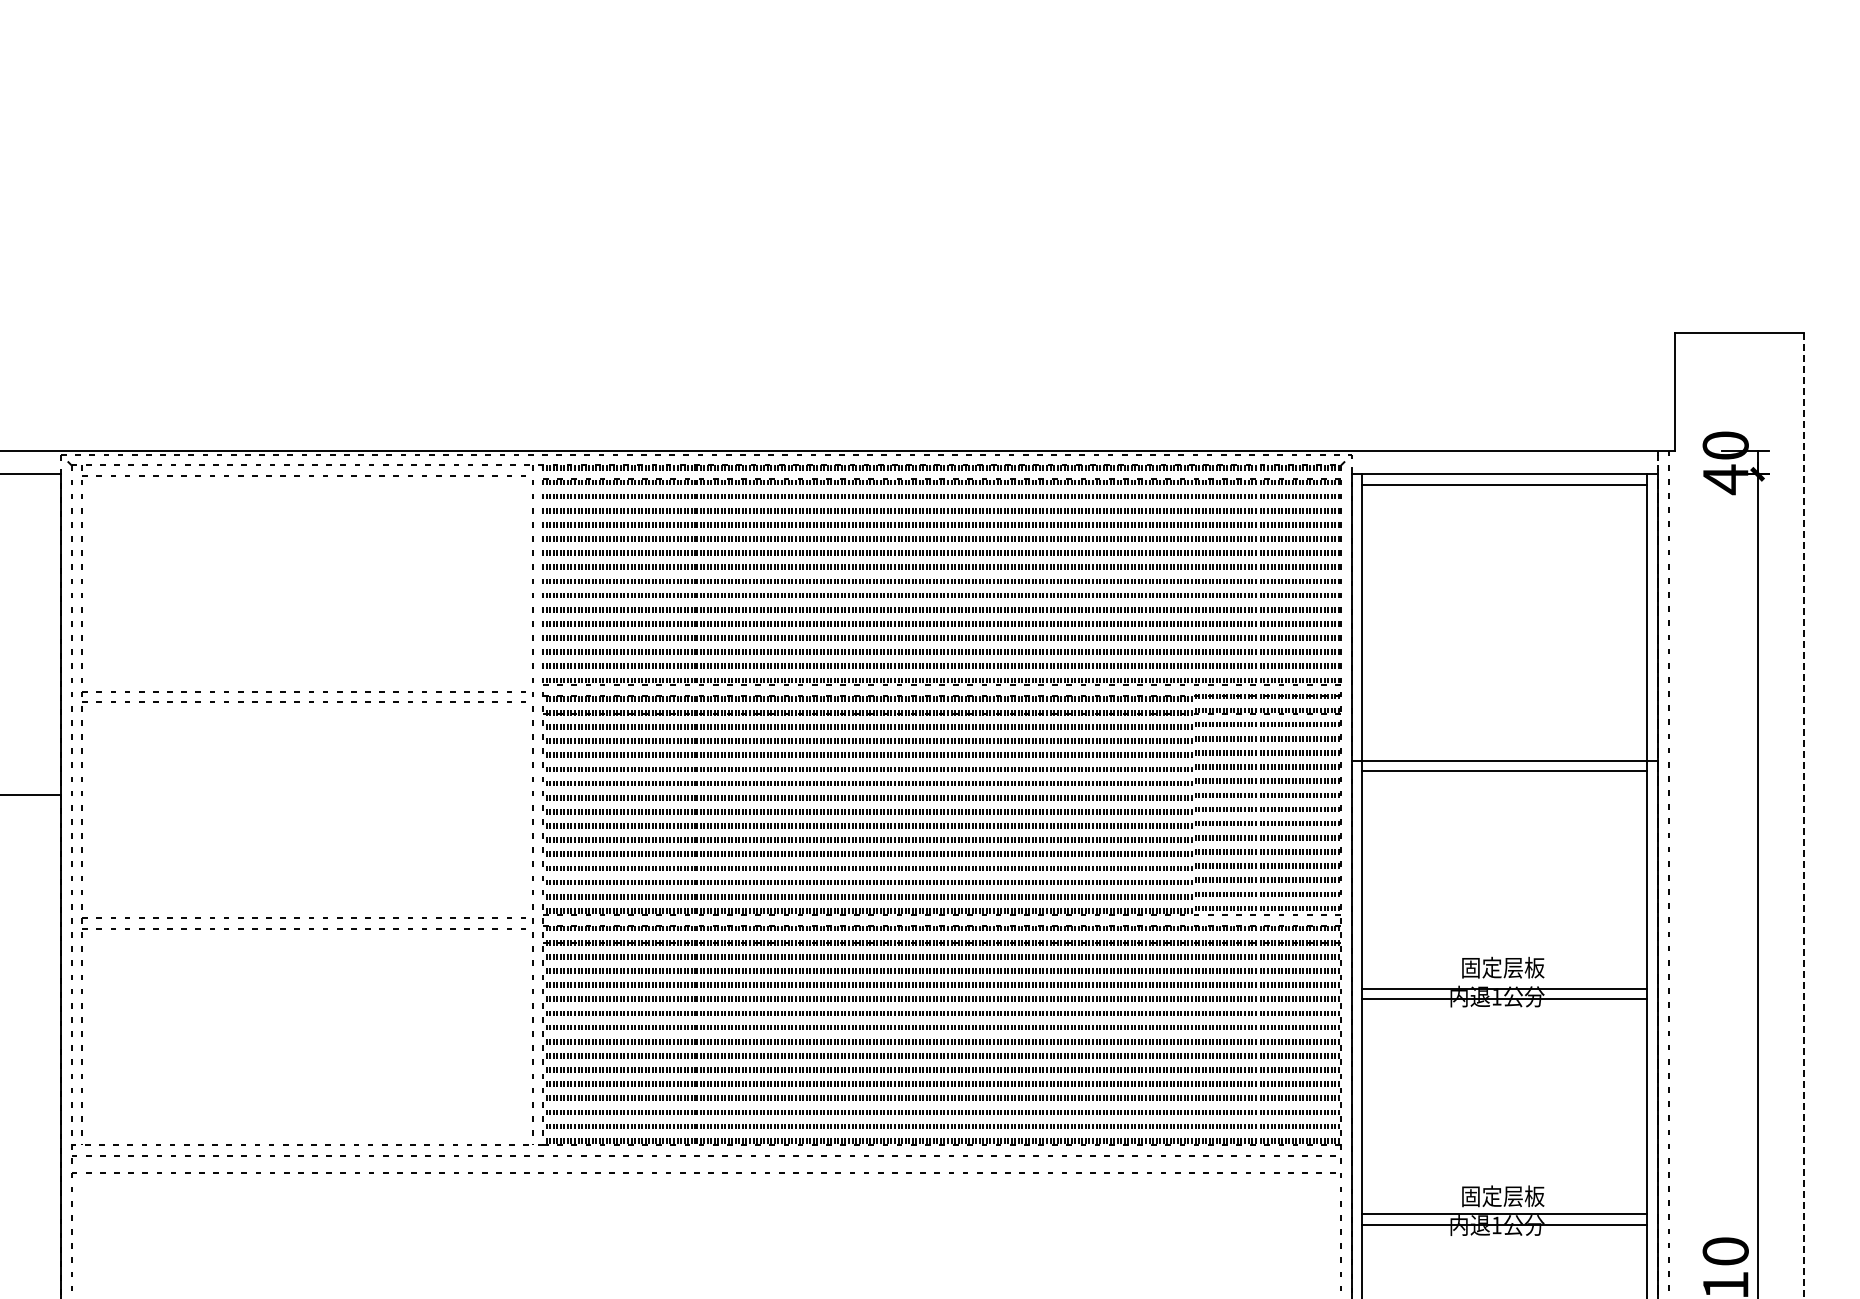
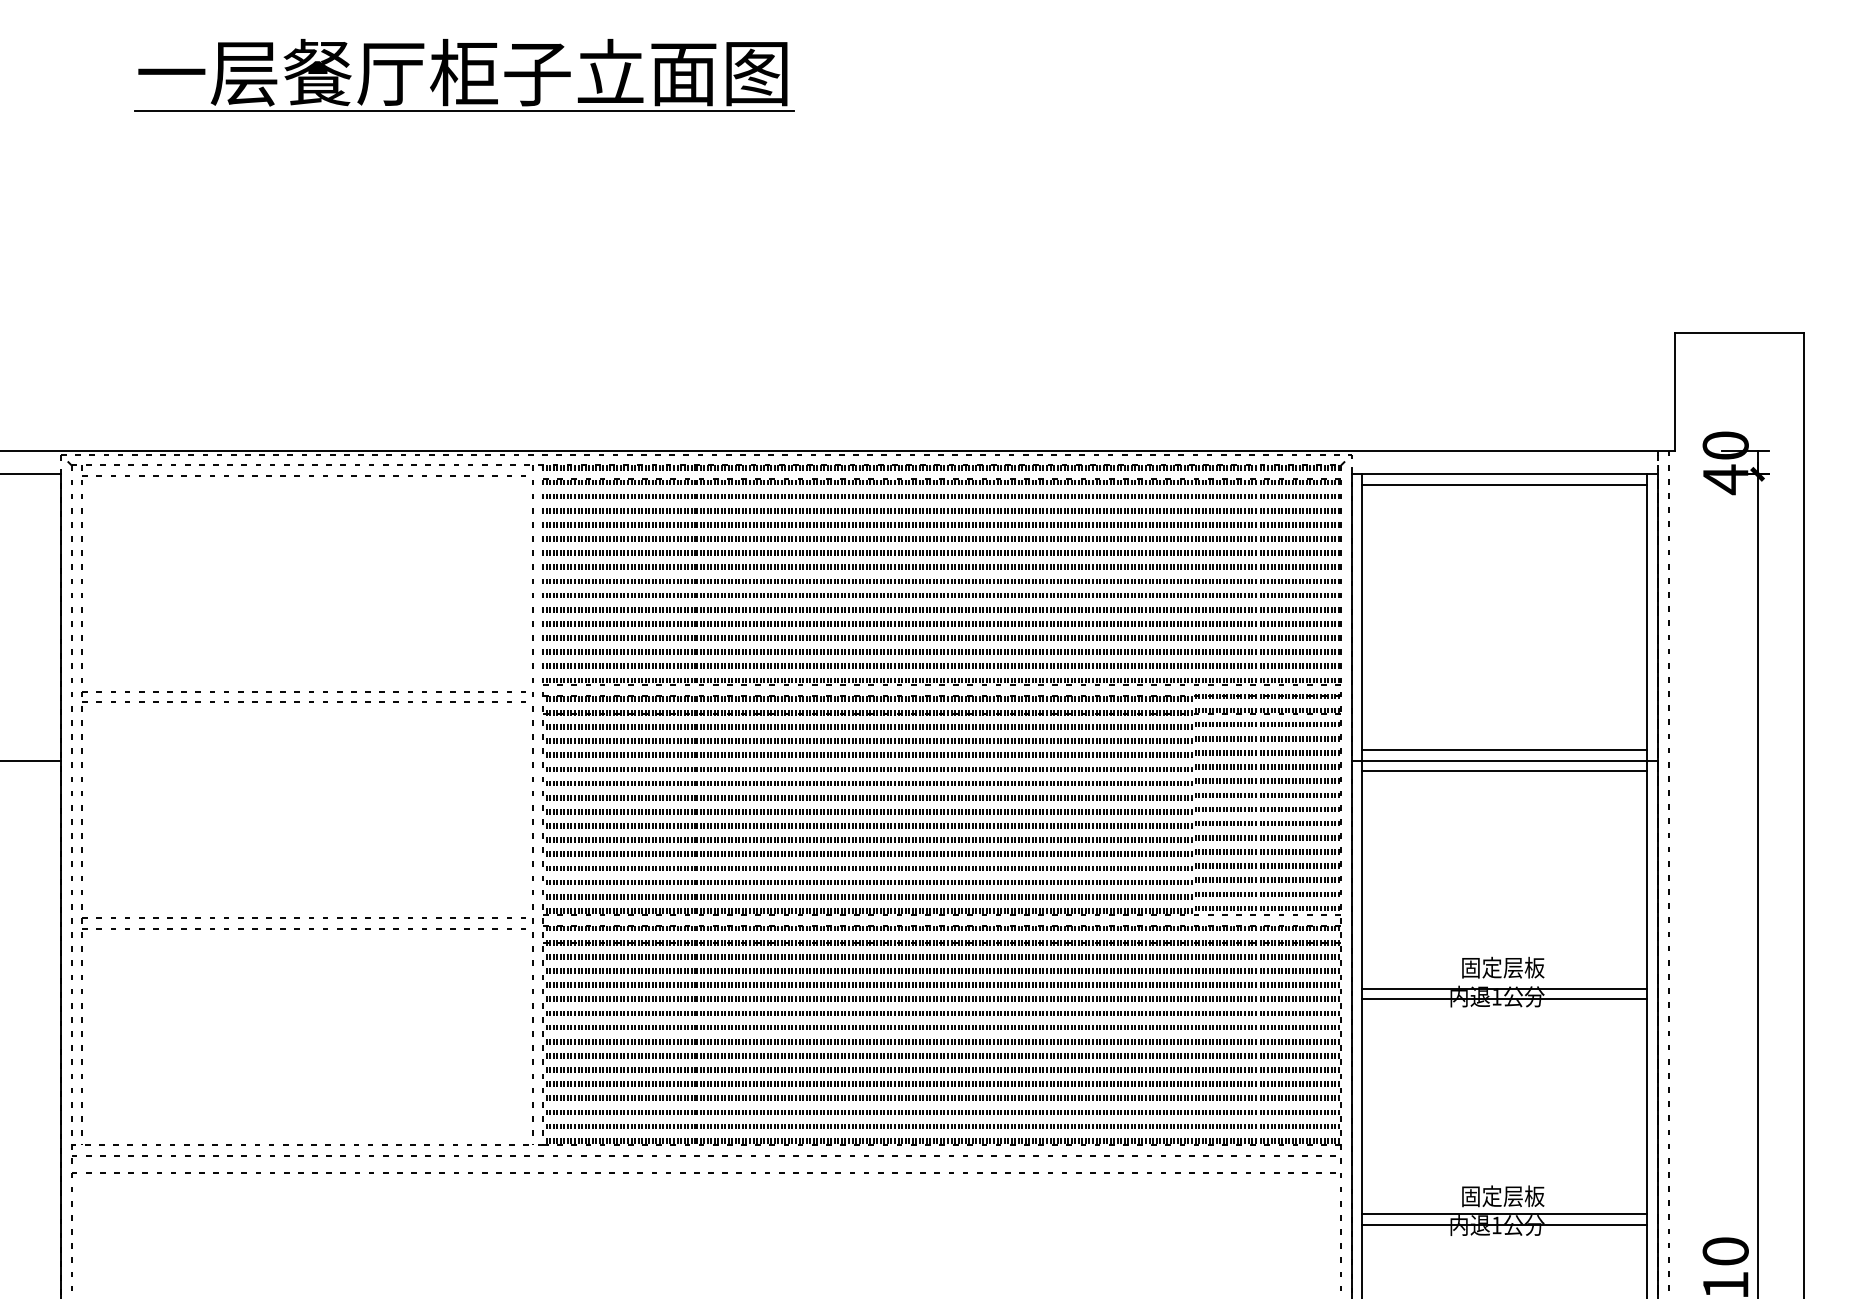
part at (464, 75): none -> present
line at (1504, 750): none -> present
line at (31, 794) position: (31, 794) -> (31, 760)
line at (1804, 815): dashed -> solid
